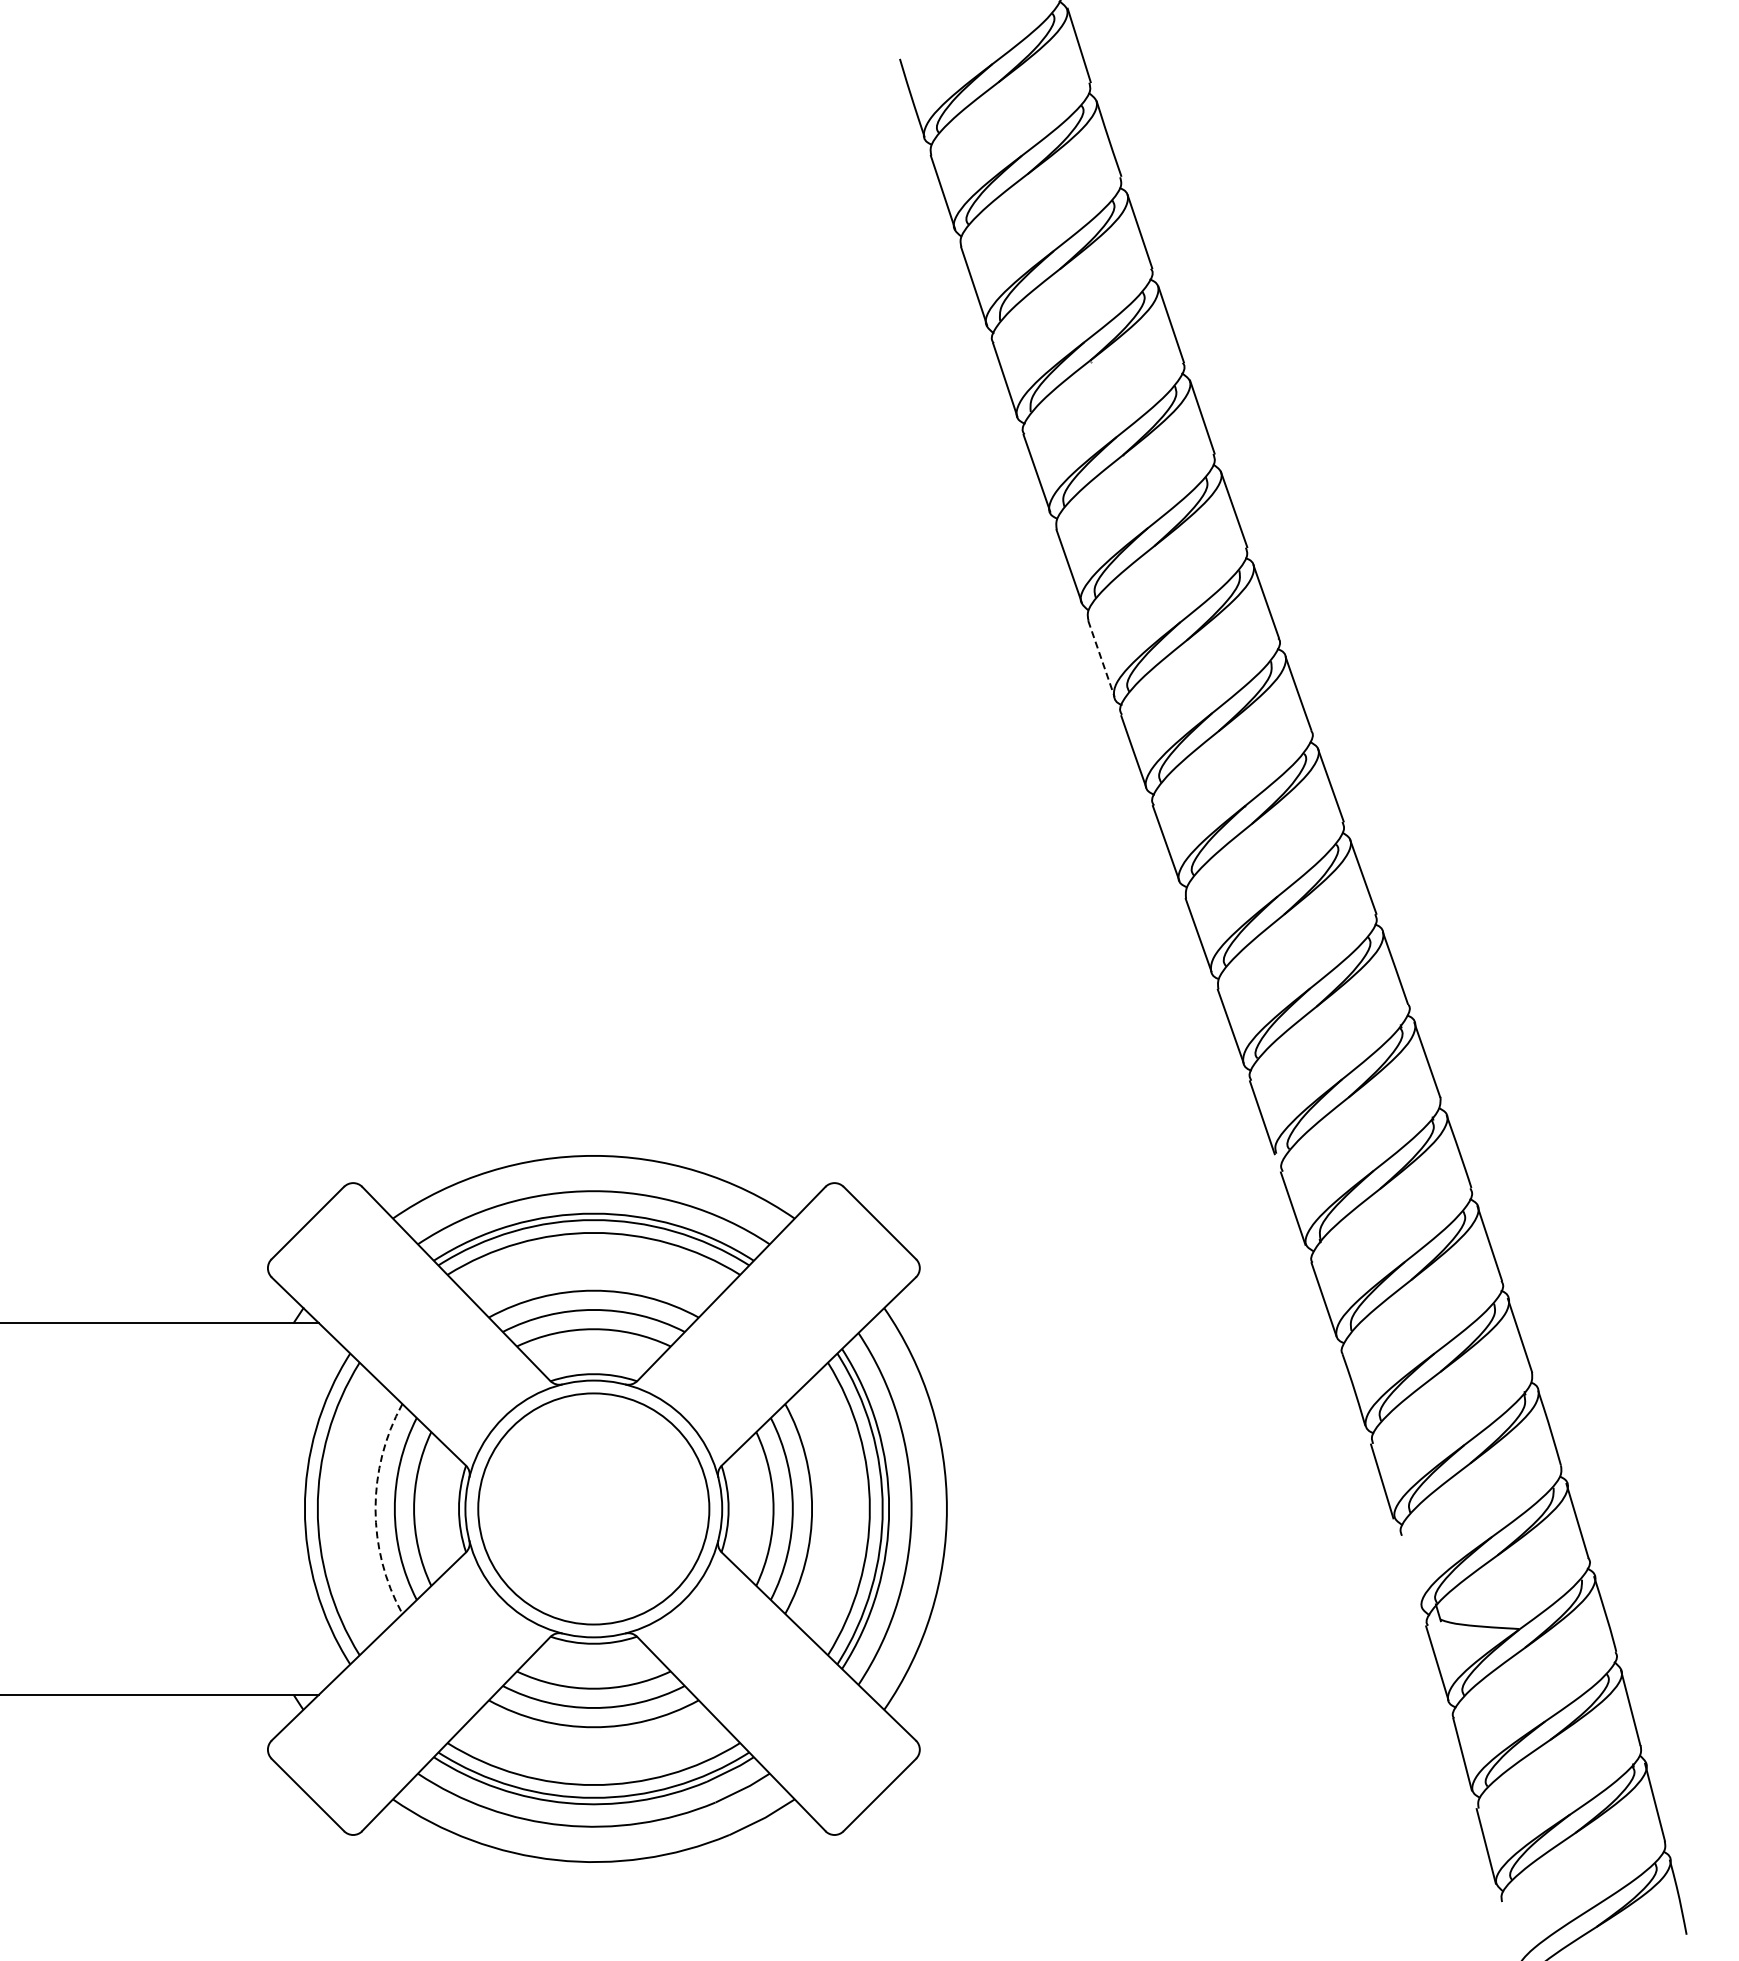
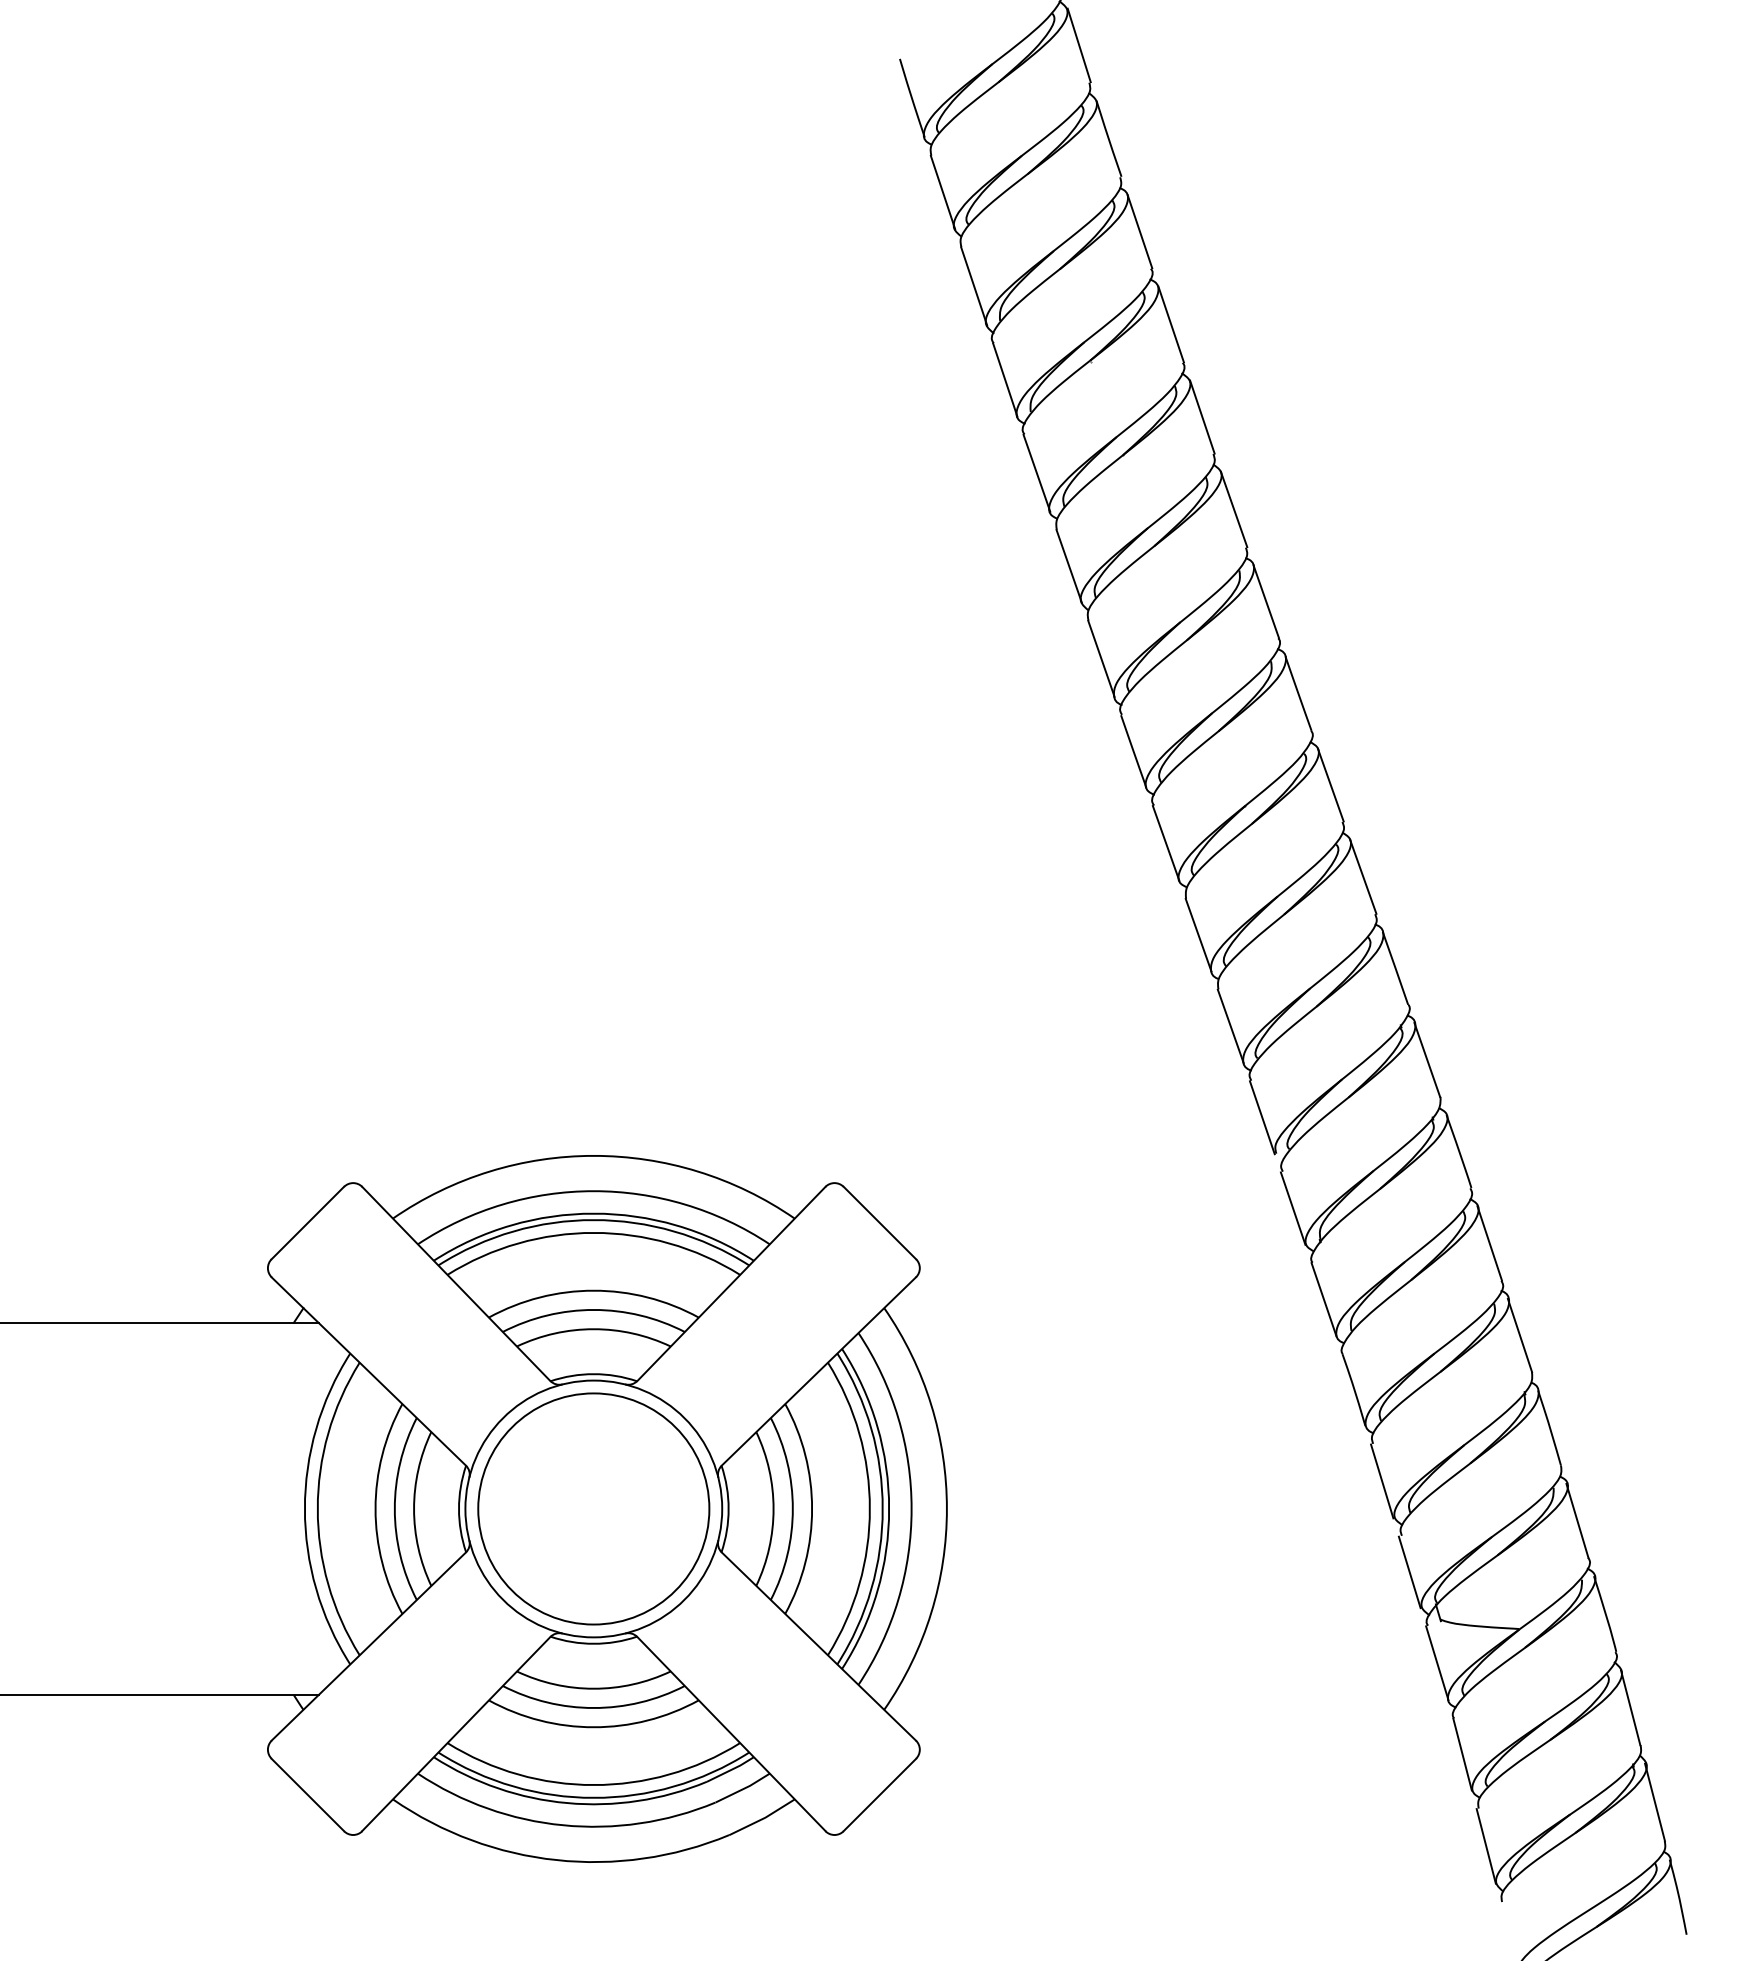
line at (1101, 659): dashed -> solid
arc at (375, 1508): dashed -> solid
line at (1409, 1572): none -> present
